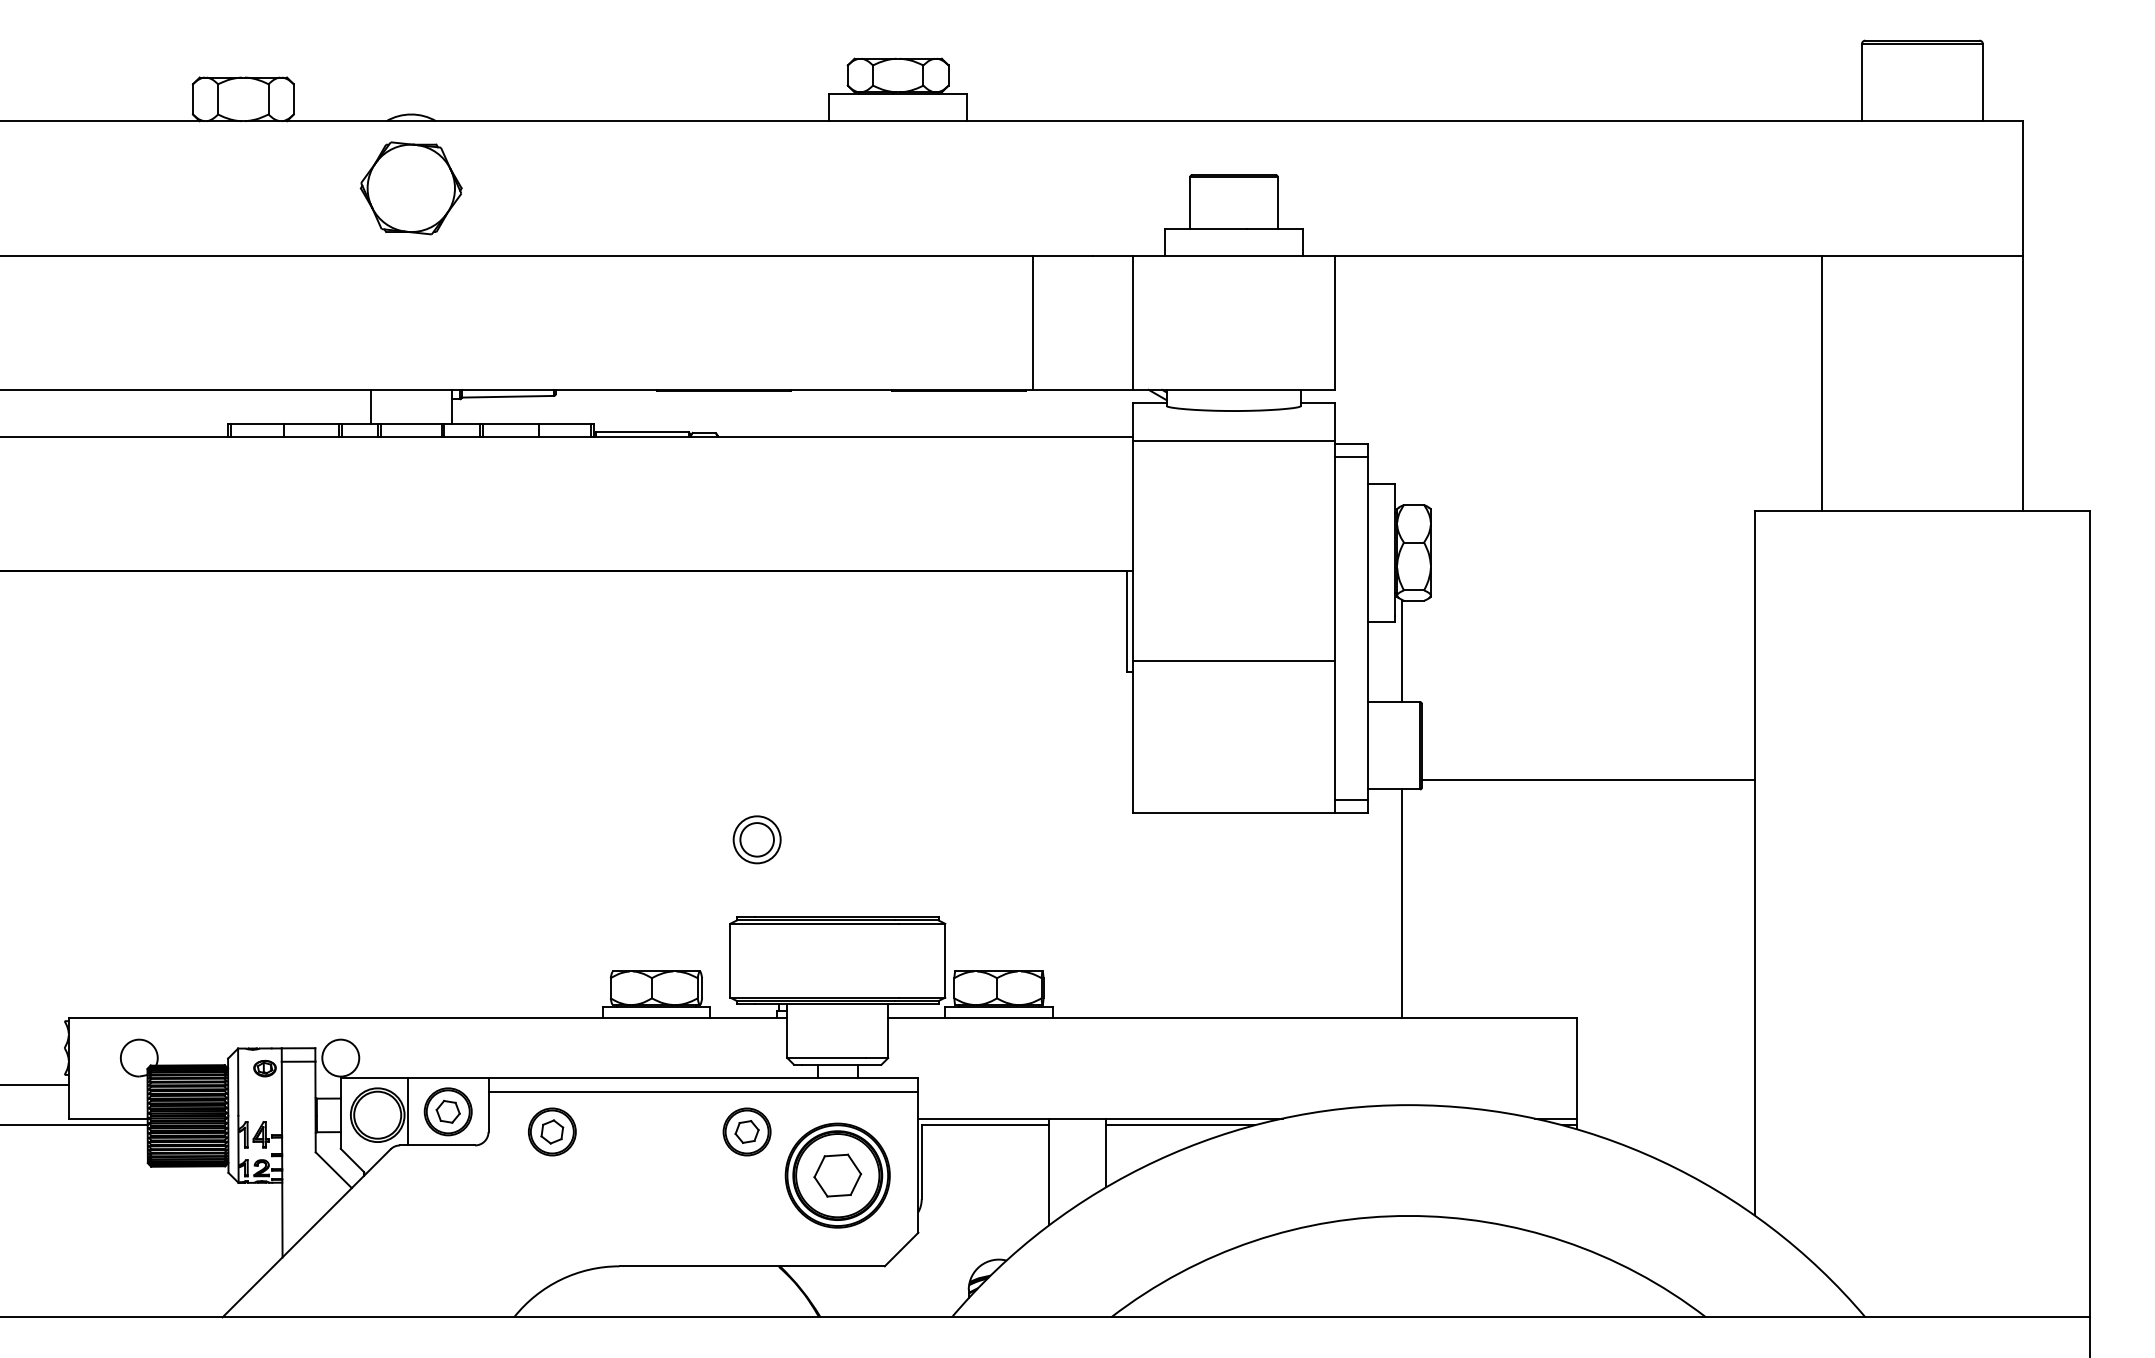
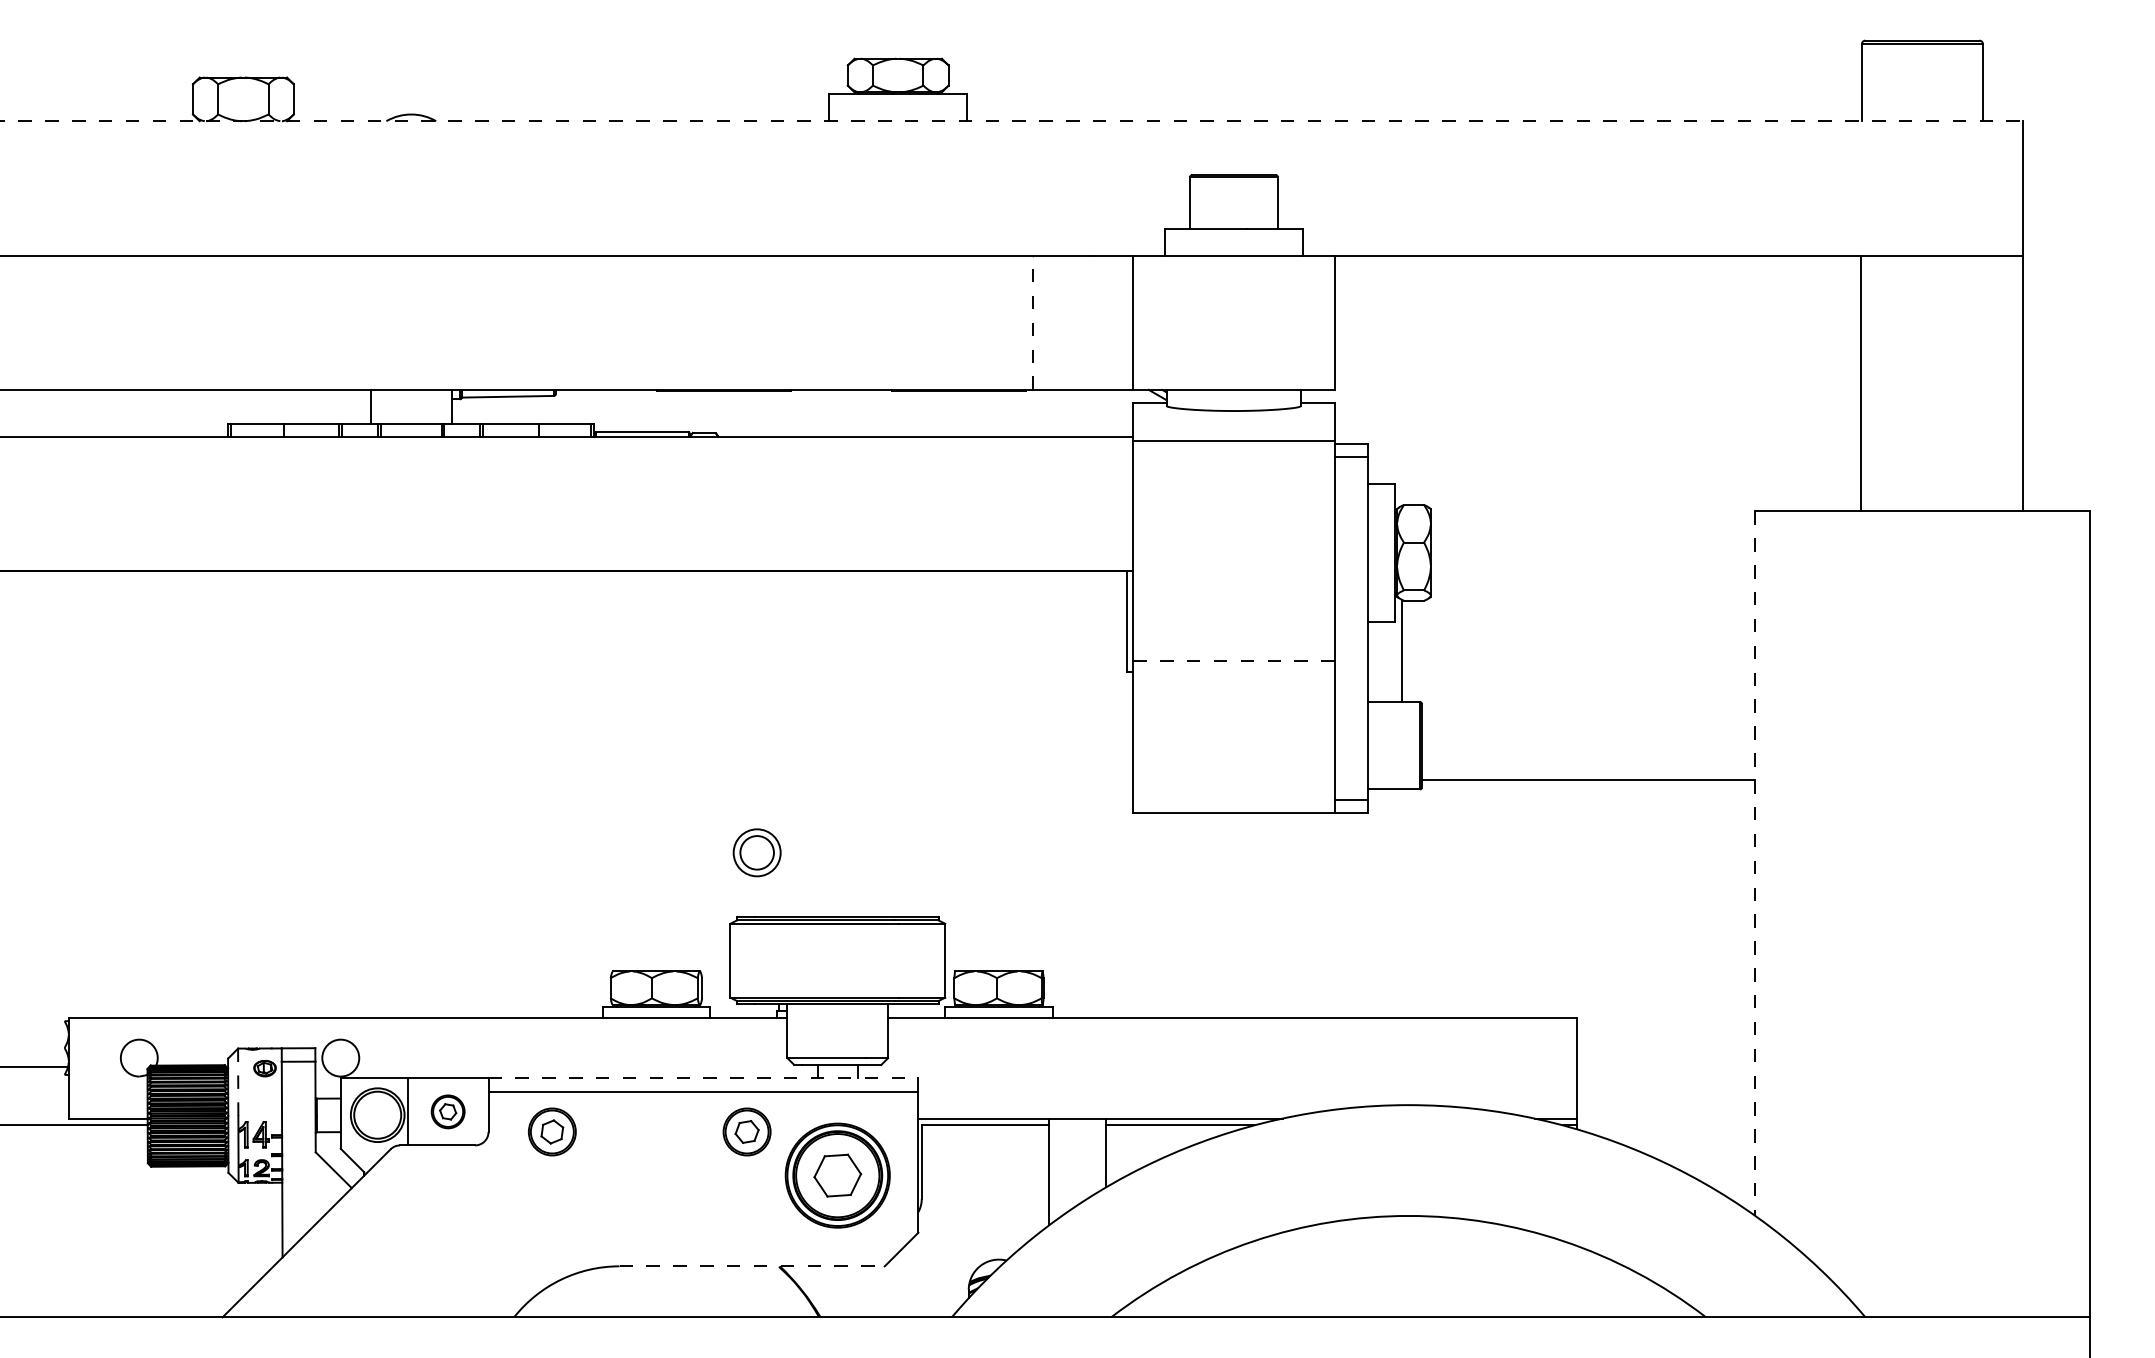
line at (1012, 121): solid -> dashed
part at (410, 188): present -> none
line at (1032, 322): solid -> dashed
line at (1821, 383) position: (1821, 383) -> (1860, 383)
line at (1234, 661): solid -> dashed
part at (756, 839) position: (756, 839) -> (756, 852)
line at (1754, 863): solid -> dashed
line at (1401, 903): present -> none
line at (703, 1078): solid -> dashed
line at (238, 1082): solid -> dashed
line at (35, 1084) position: (35, 1084) -> (35, 1066)
part at (447, 1111) size: 50x50 px -> 36x36 px
line at (752, 1266): solid -> dashed
